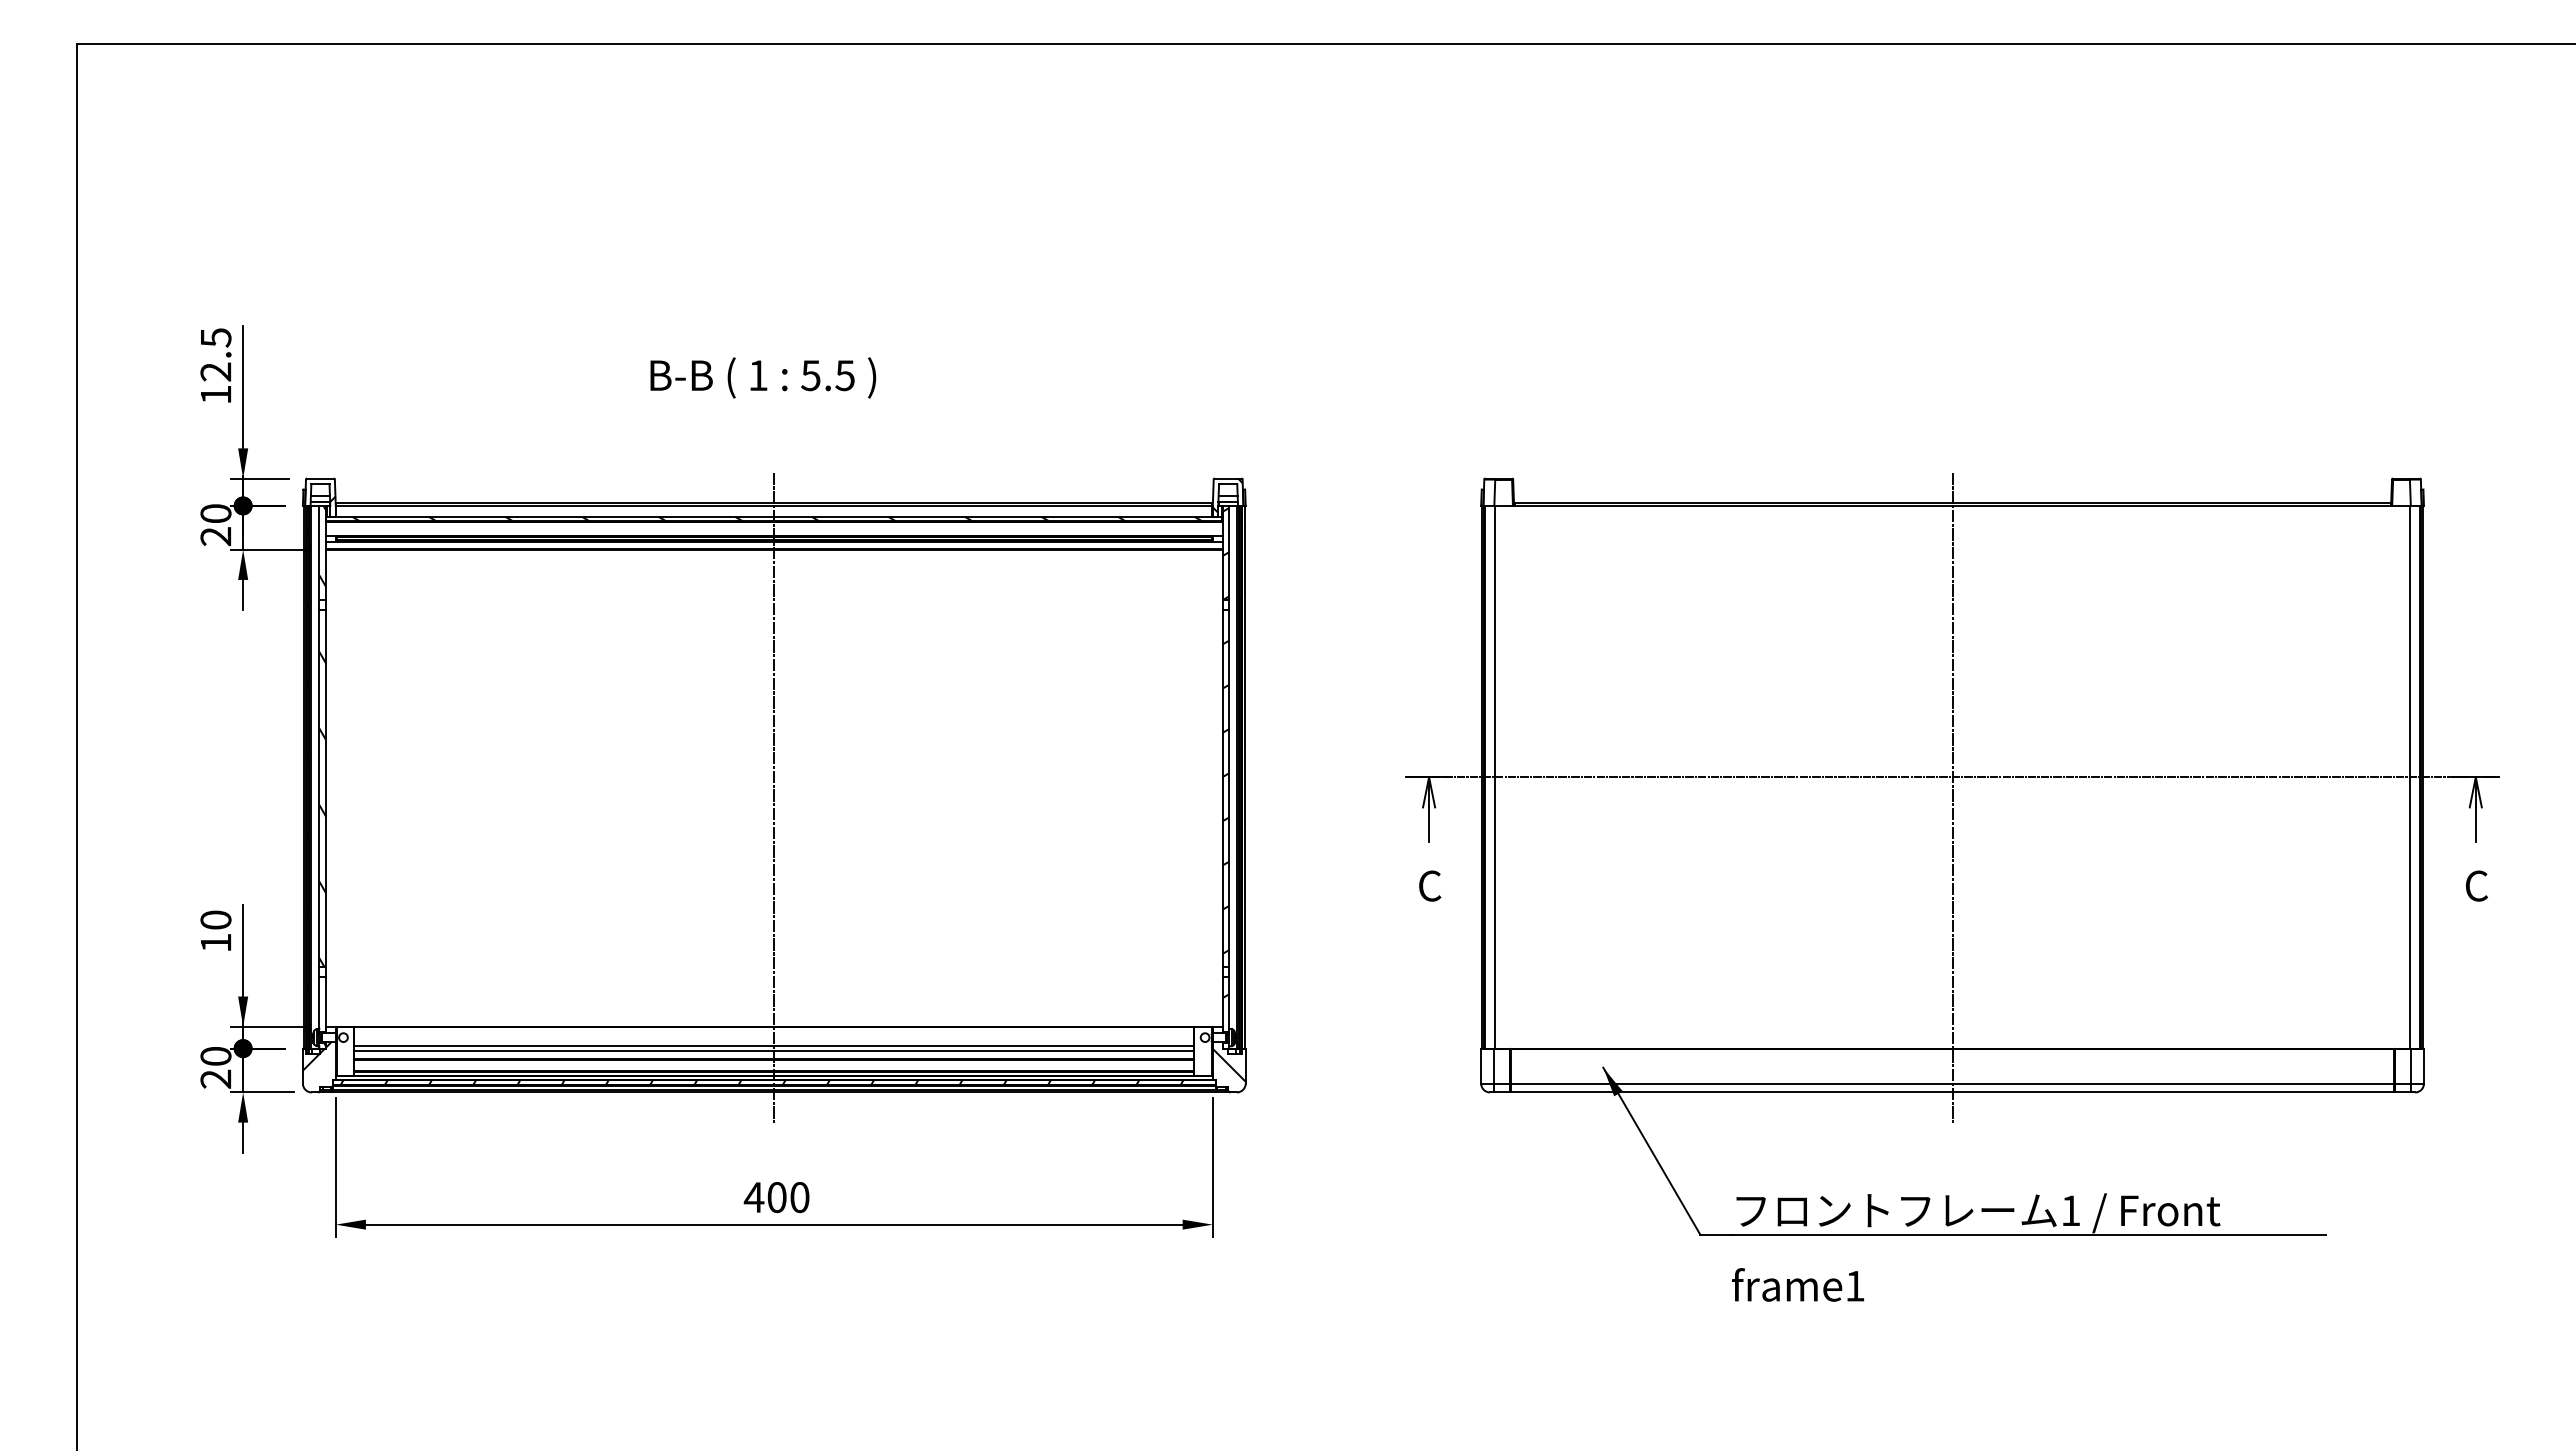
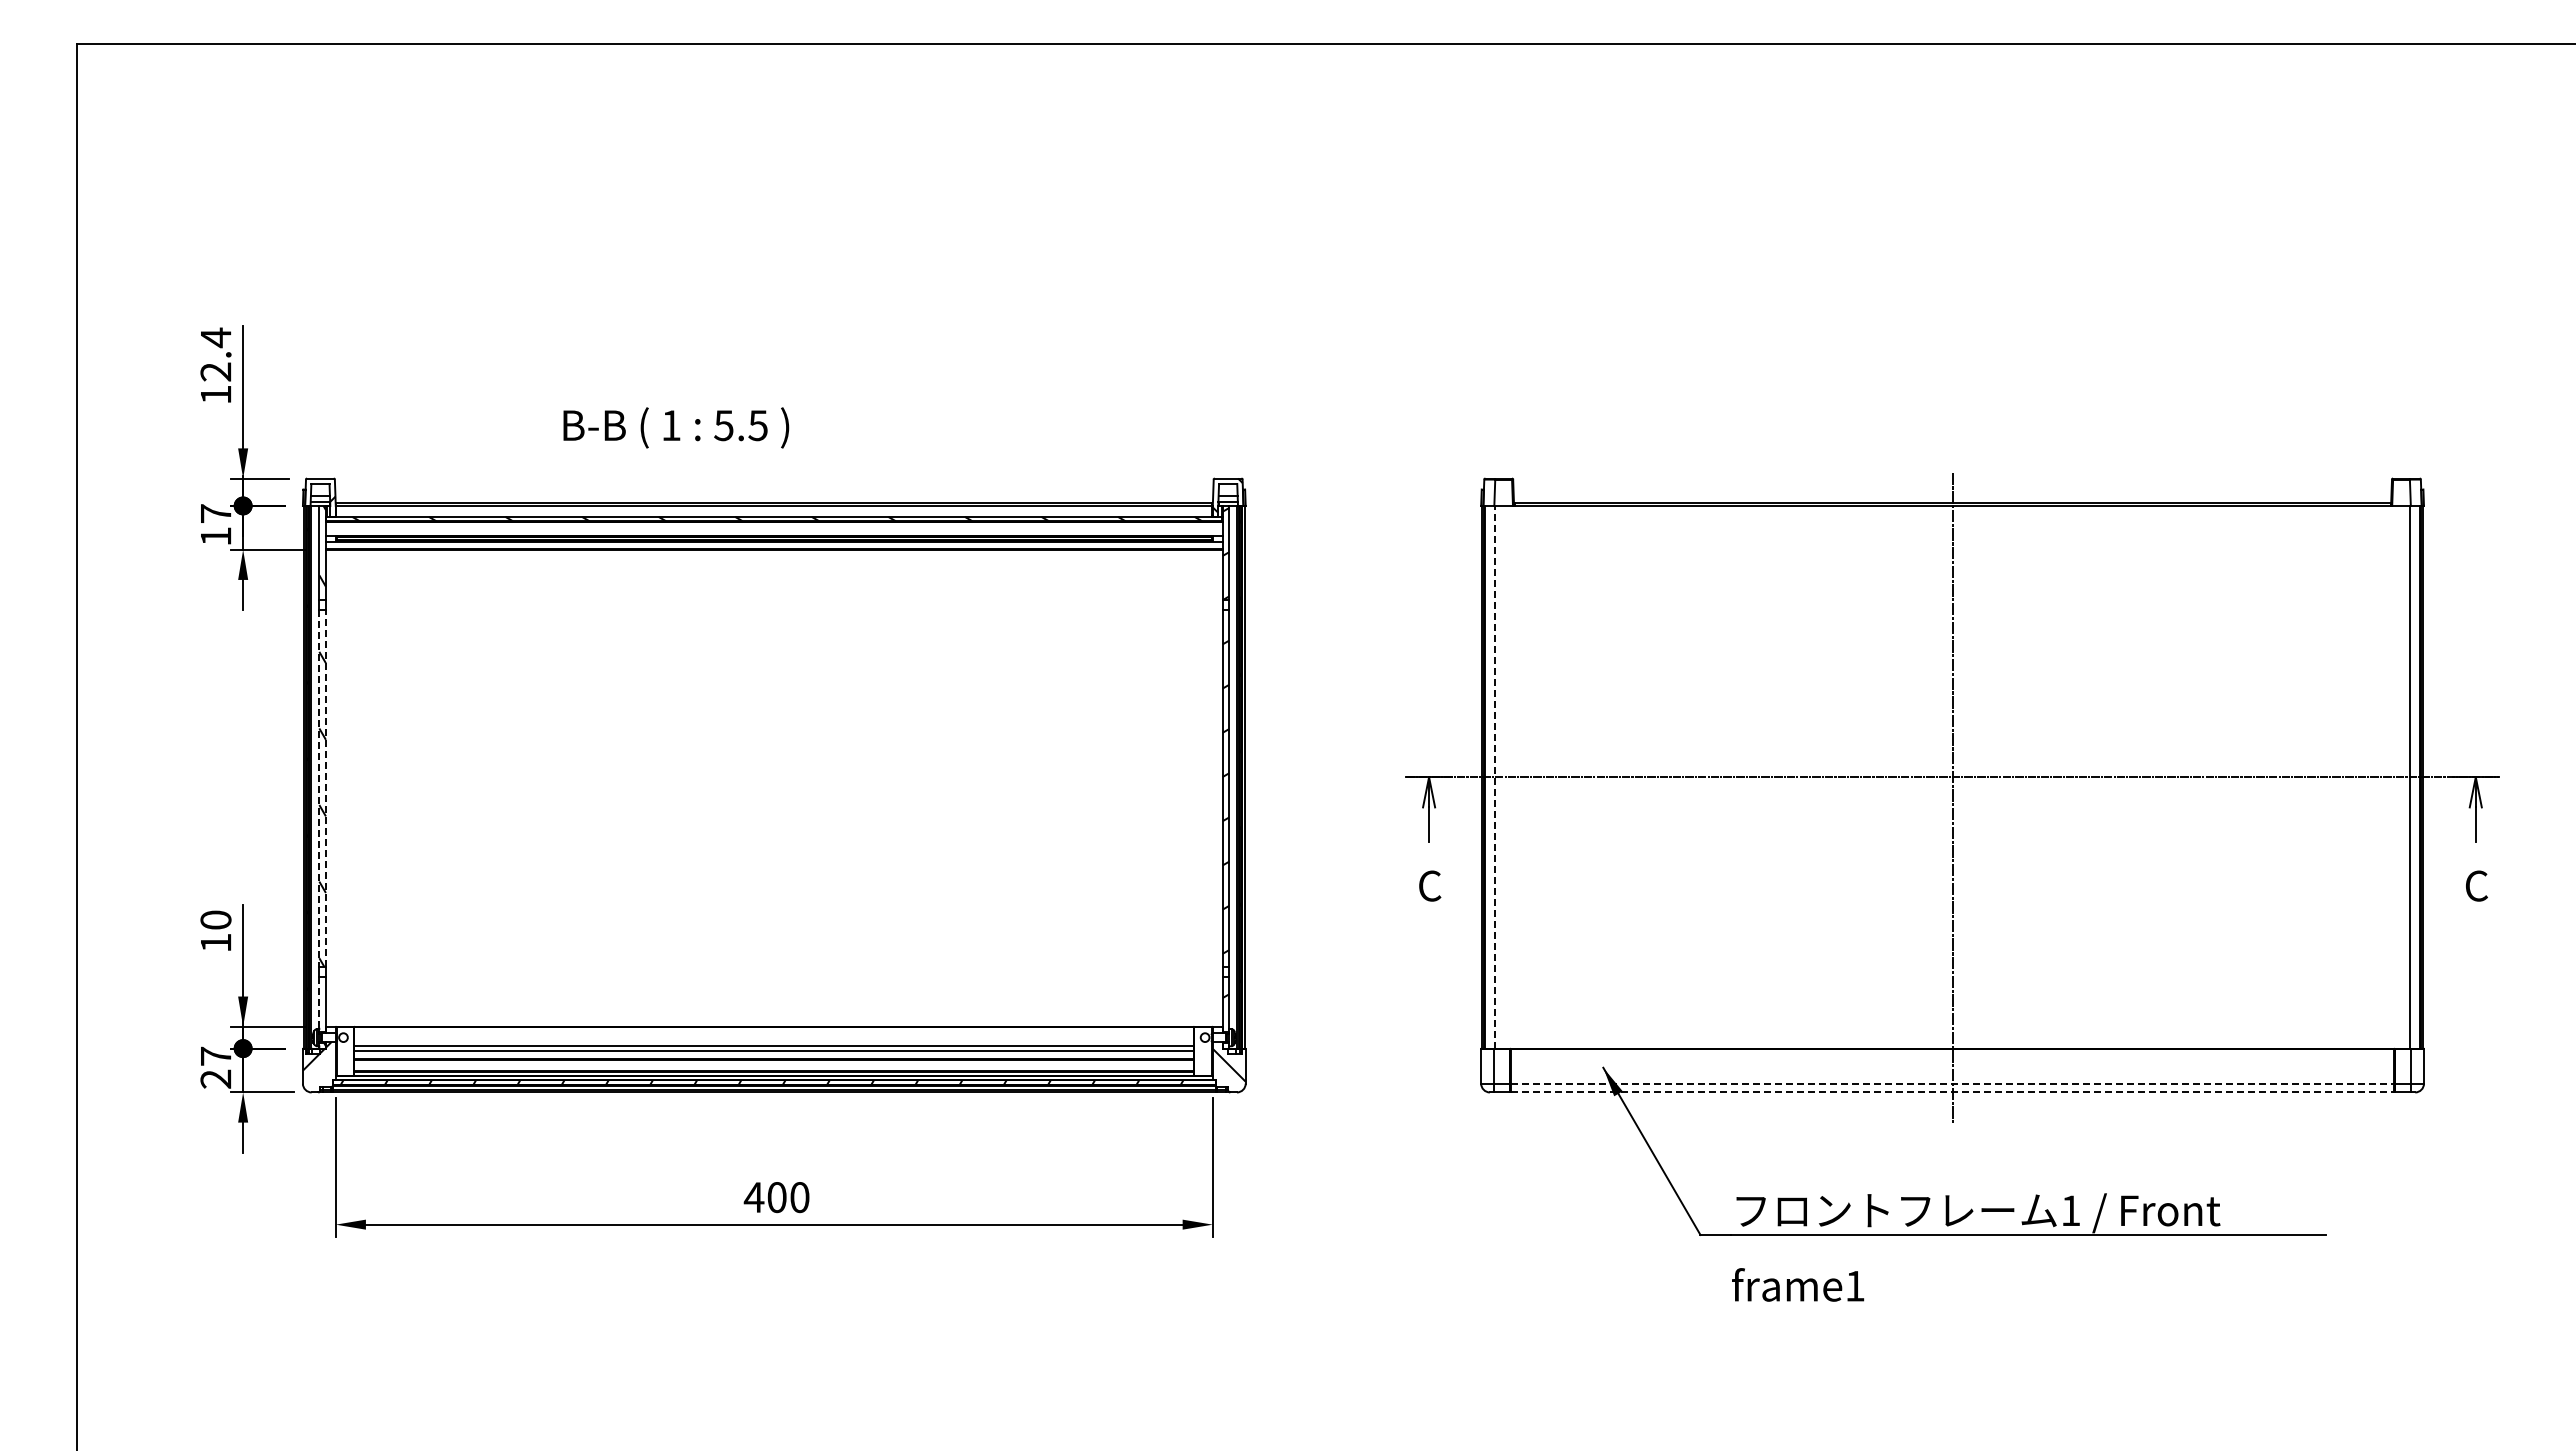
text at (216, 337): 12.5 -> 12.4
text at (763, 377) position: (763, 377) -> (676, 427)
text at (215, 525): 20 -> 17
line at (1494, 776): solid -> dashed
line at (319, 788): solid -> dashed
line at (325, 788): solid -> dashed
line at (774, 797): present -> none
line at (319, 1003): solid -> dashed
text at (215, 1055): 20 -> 27
line at (1952, 1083): solid -> dashed
line at (1952, 1092): solid -> dashed
